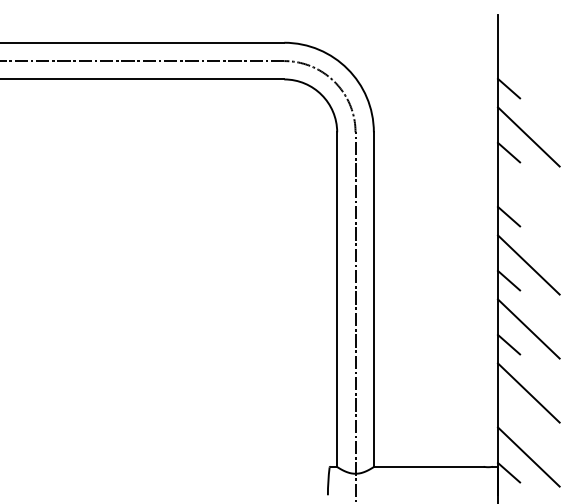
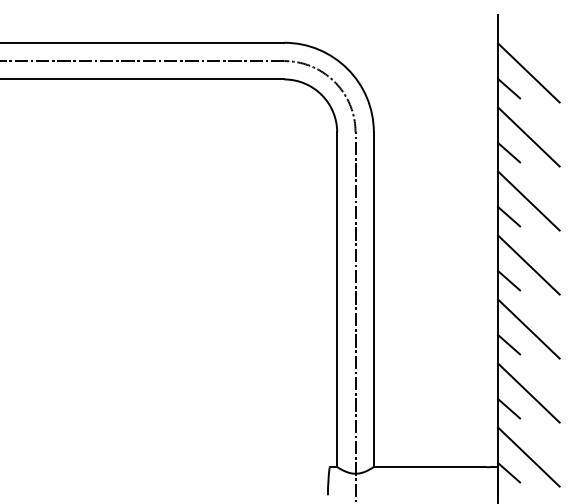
line at (528, 72): none -> present
line at (528, 200): none -> present
line at (509, 408): none -> present
